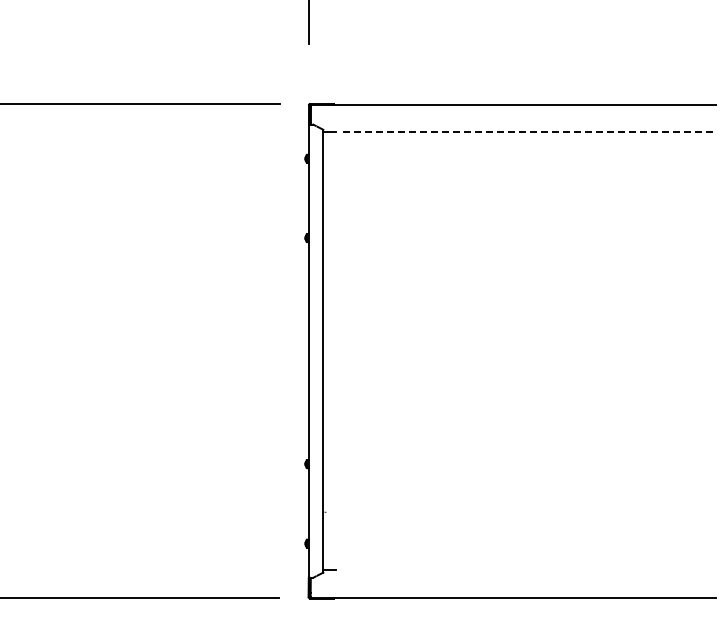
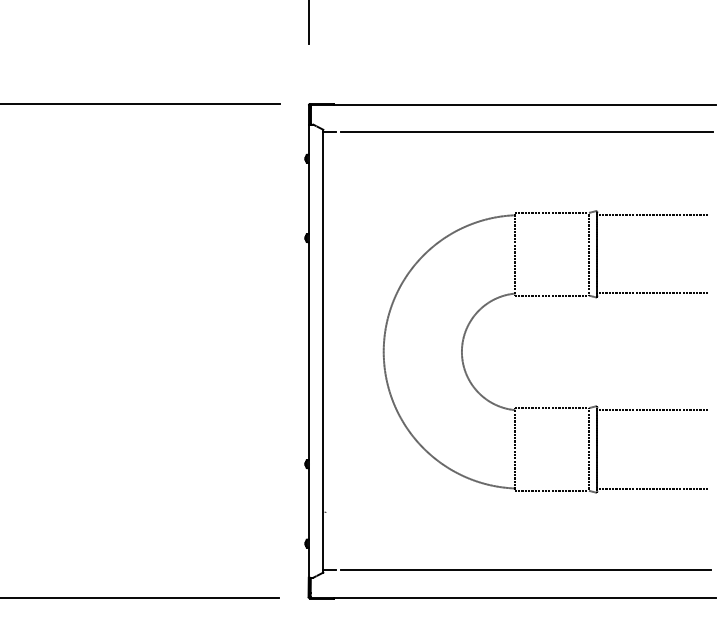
line at (526, 132): dashed -> solid
part at (543, 296): none -> present
line at (525, 570): none -> present
